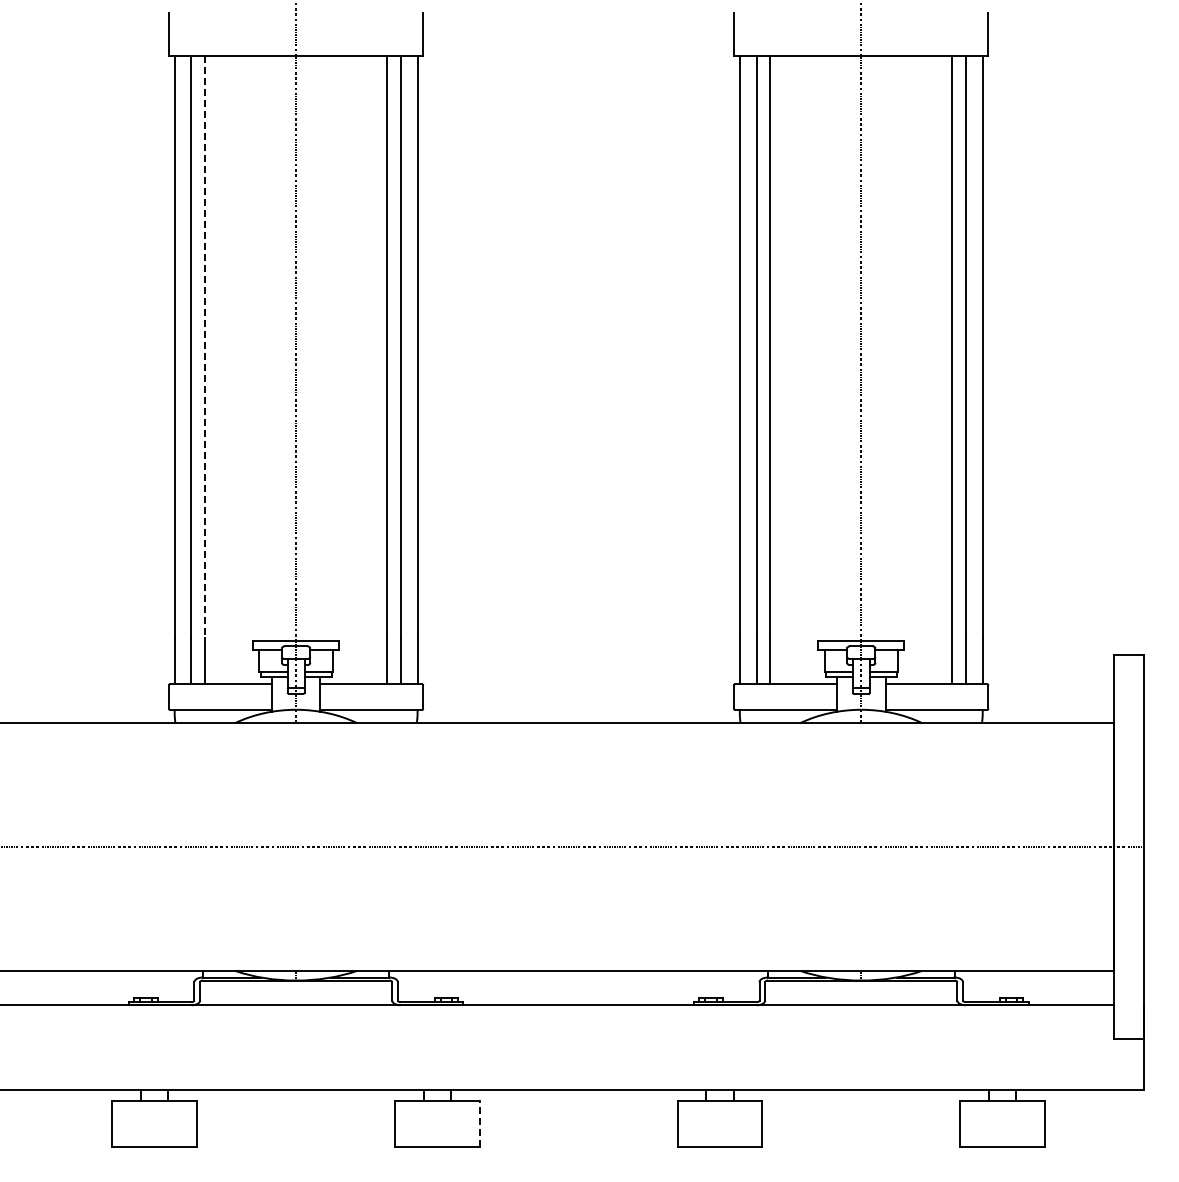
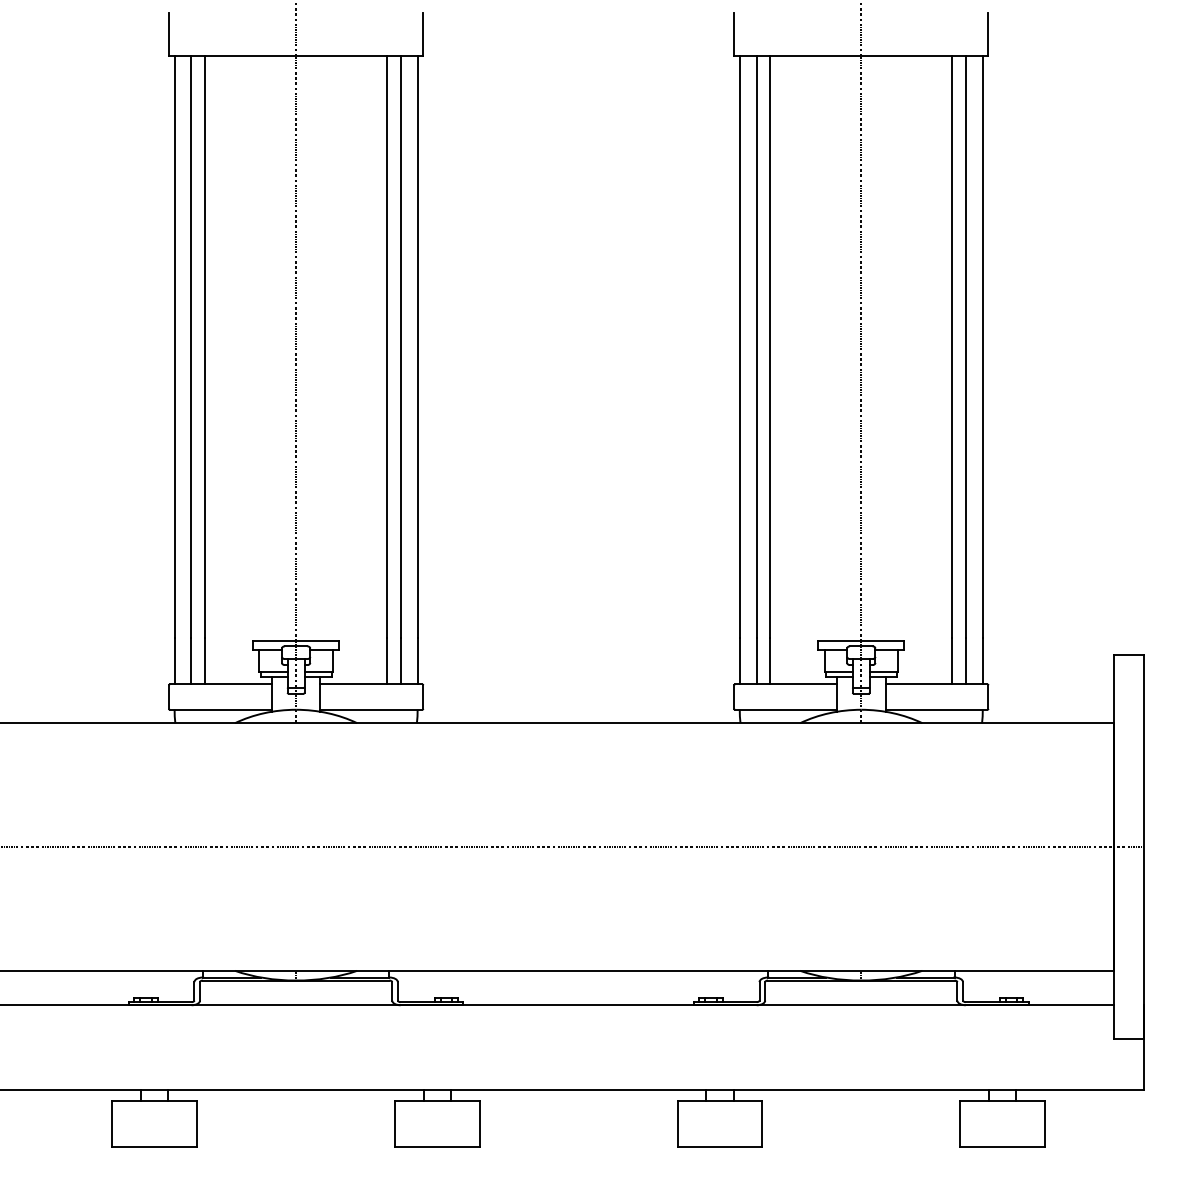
line at (205, 347): dashed -> solid
line at (479, 1123): dashed -> solid
